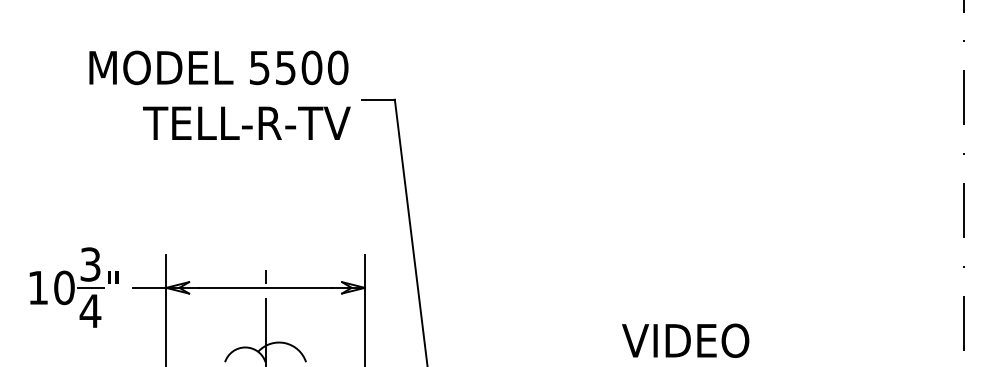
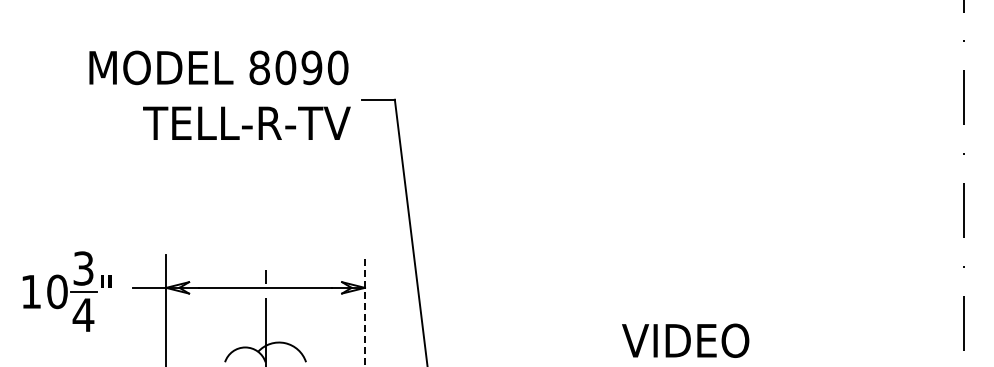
text at (285, 67): 5500 -> 8090
part at (73, 287) position: (73, 287) -> (66, 291)
line at (365, 310): solid -> dashed
